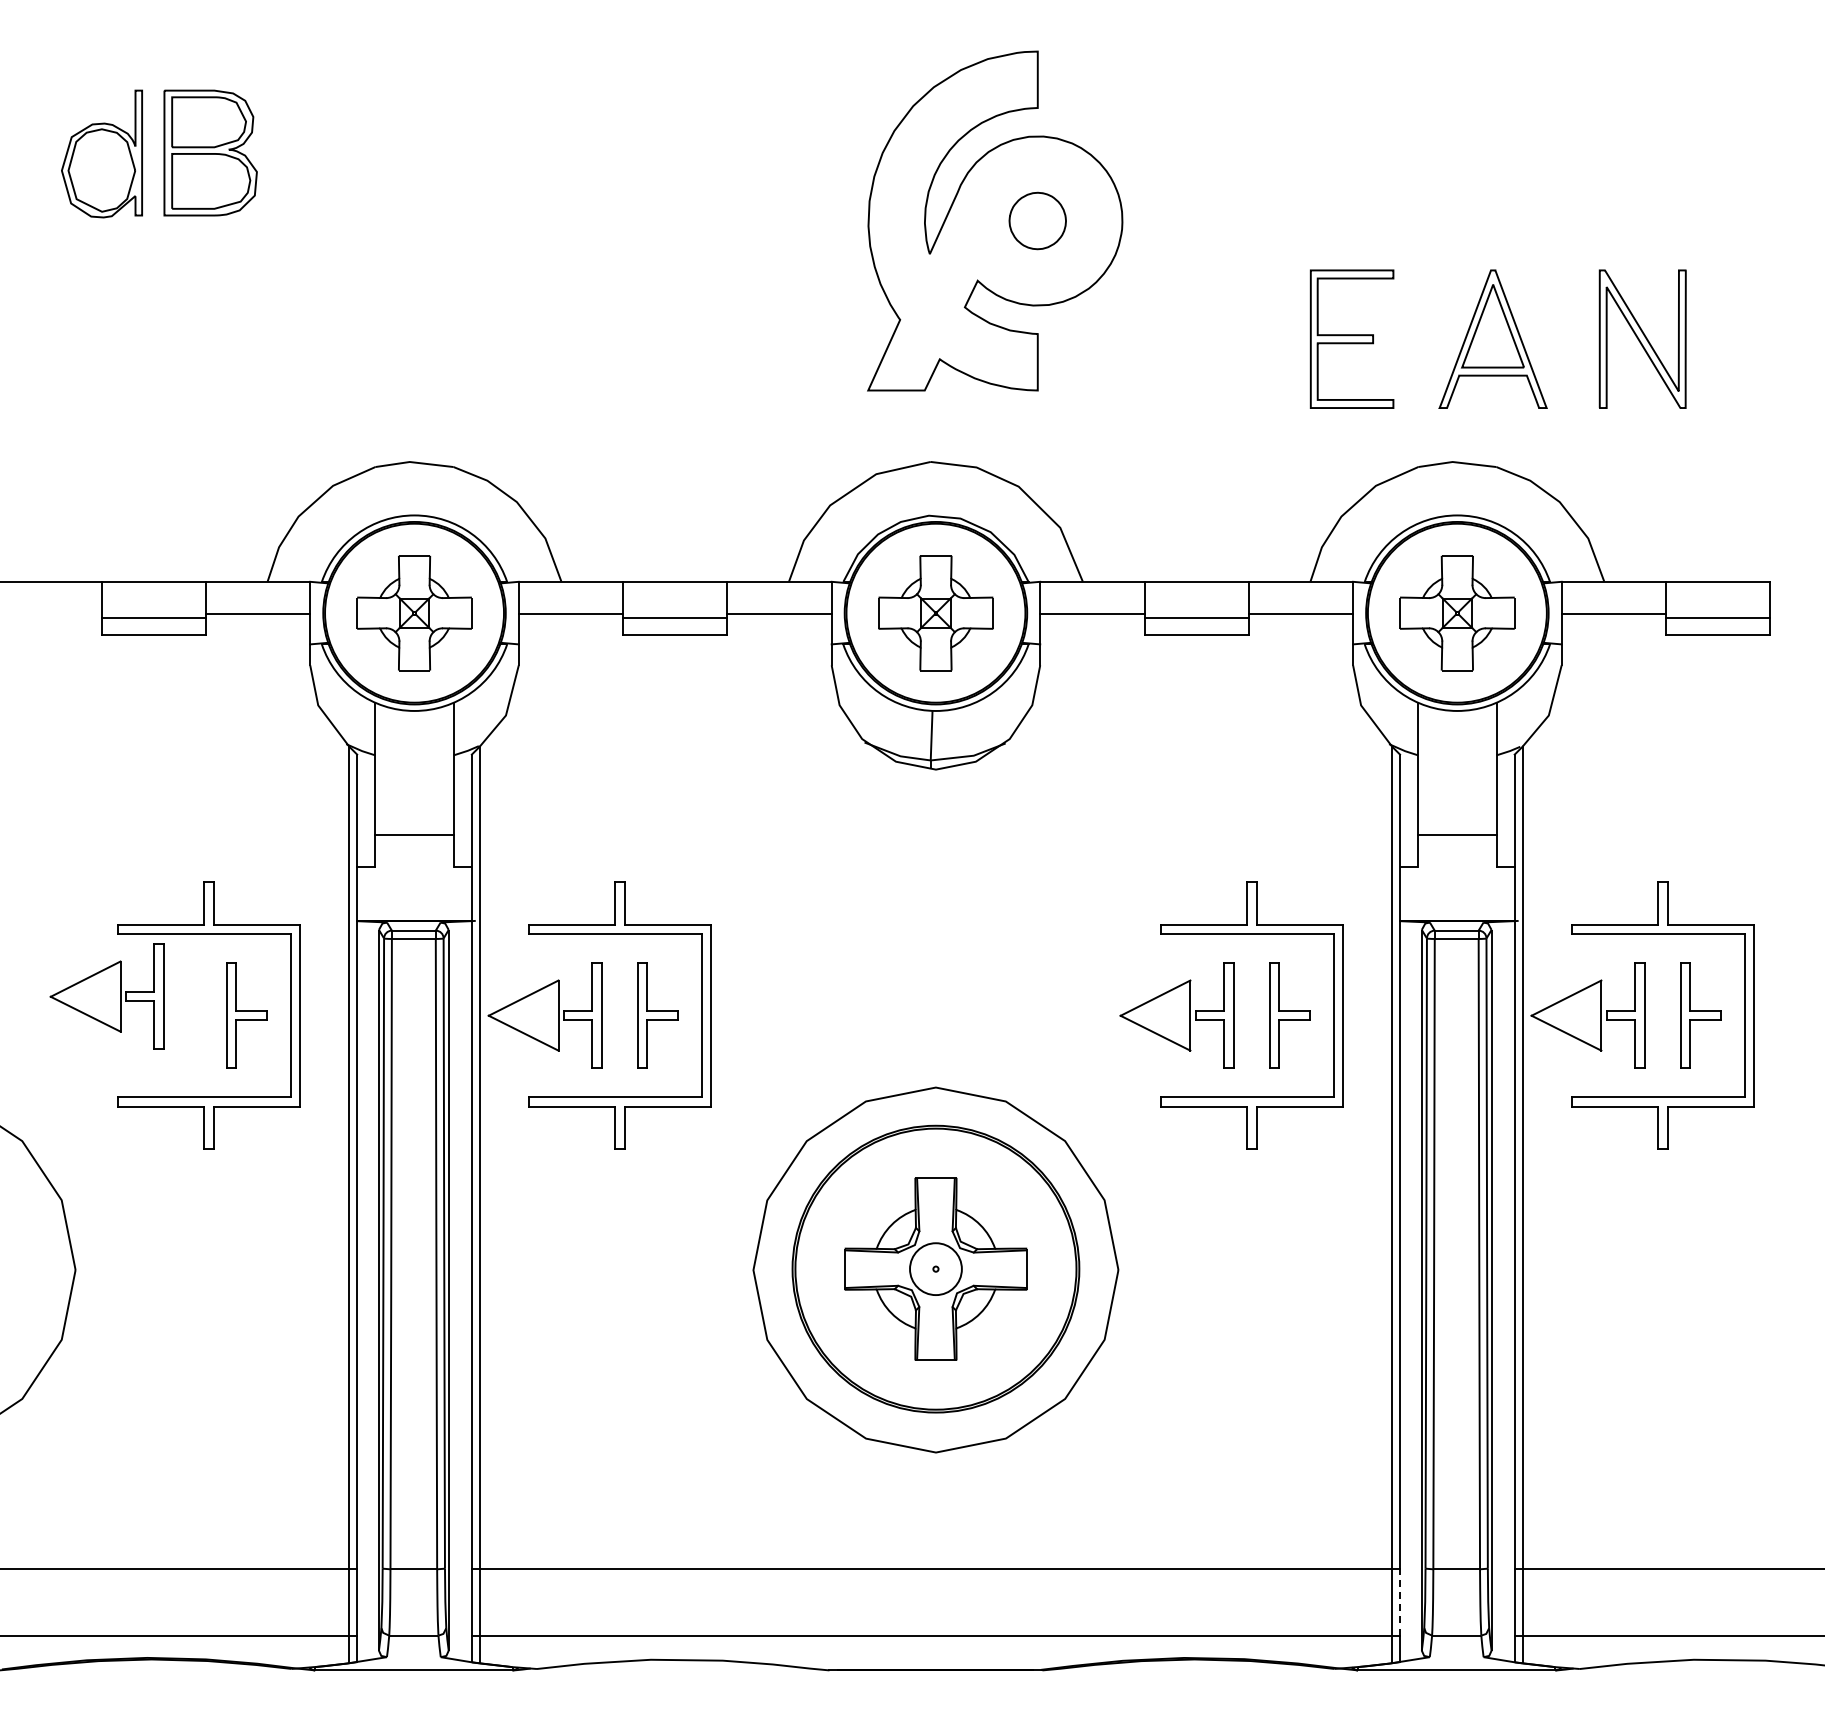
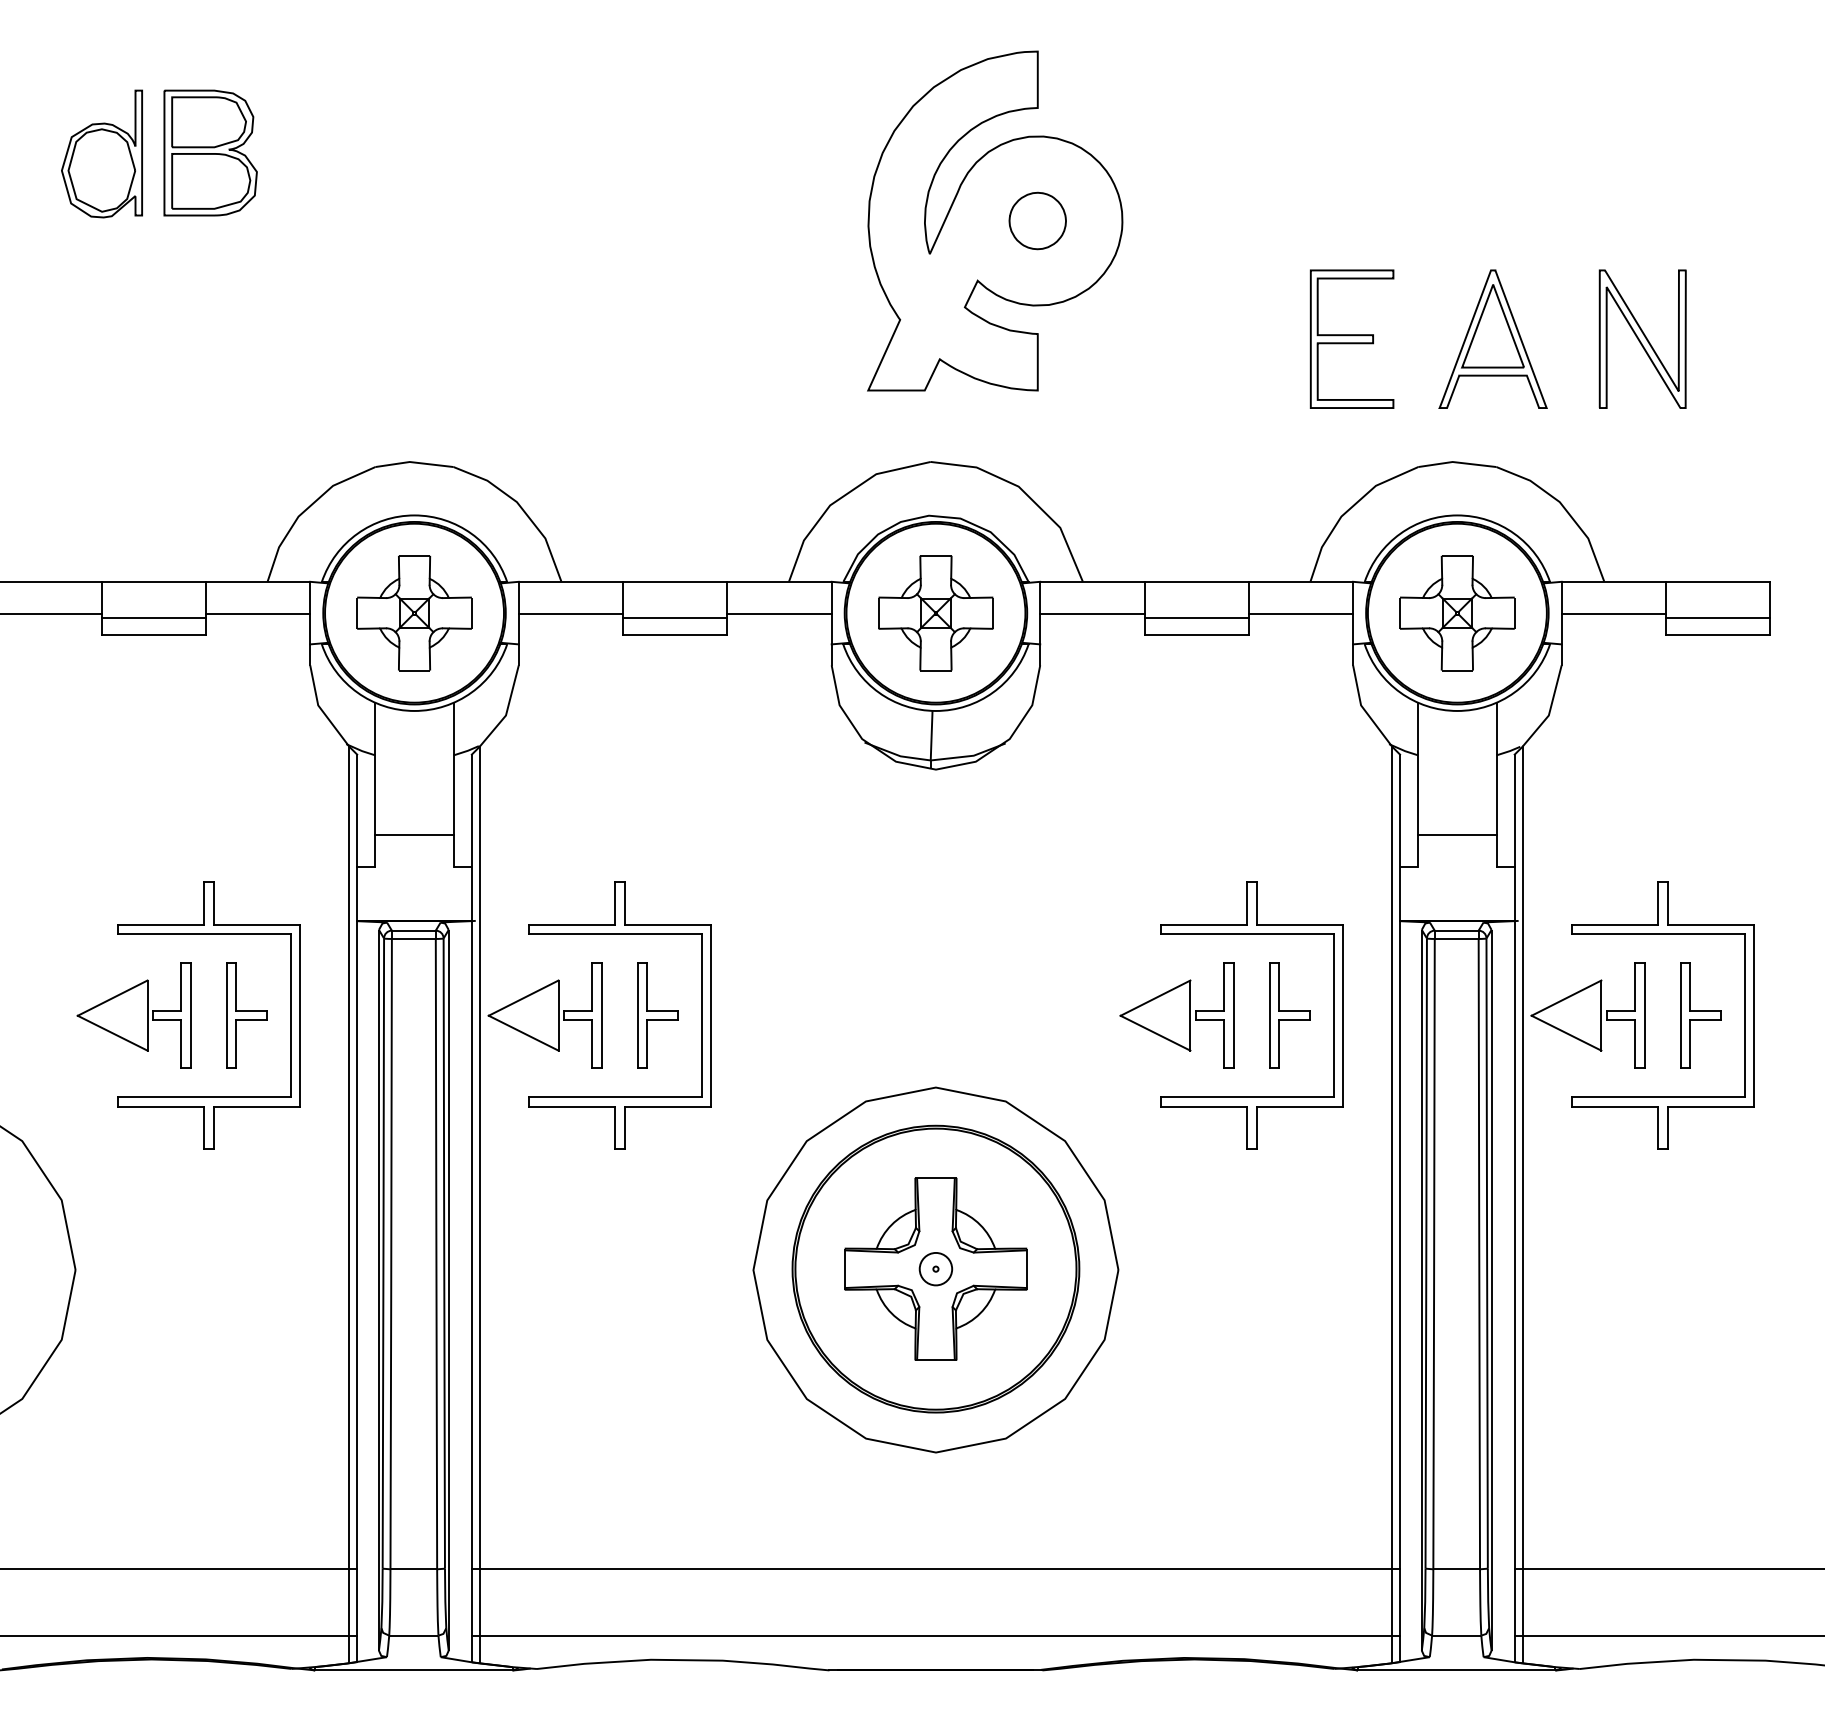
line at (51, 614): none -> present
part at (106, 996) position: (106, 996) -> (133, 1015)
circle at (935, 1269) diameter: 52 px -> 32 px
line at (1400, 1601): dashed -> solid
